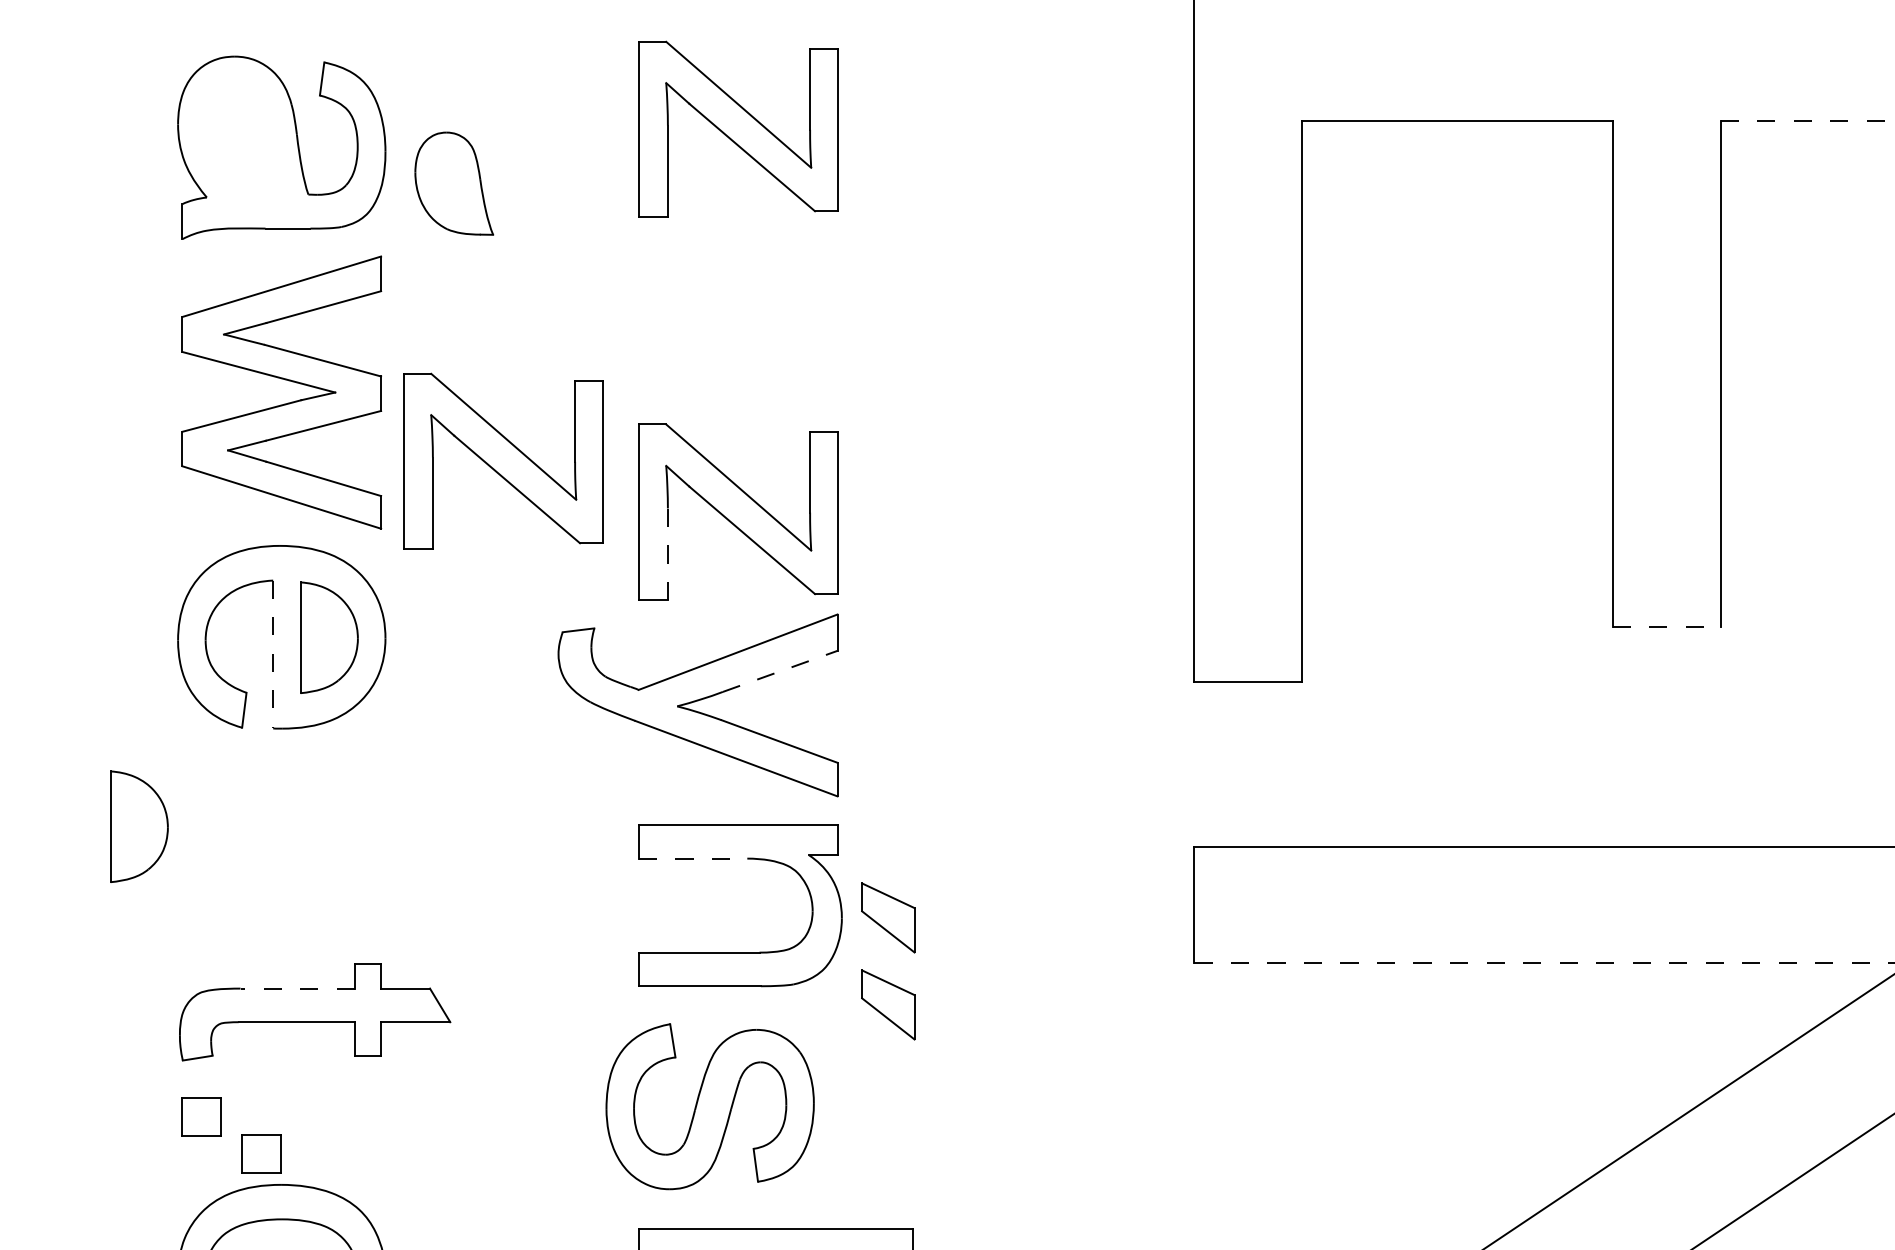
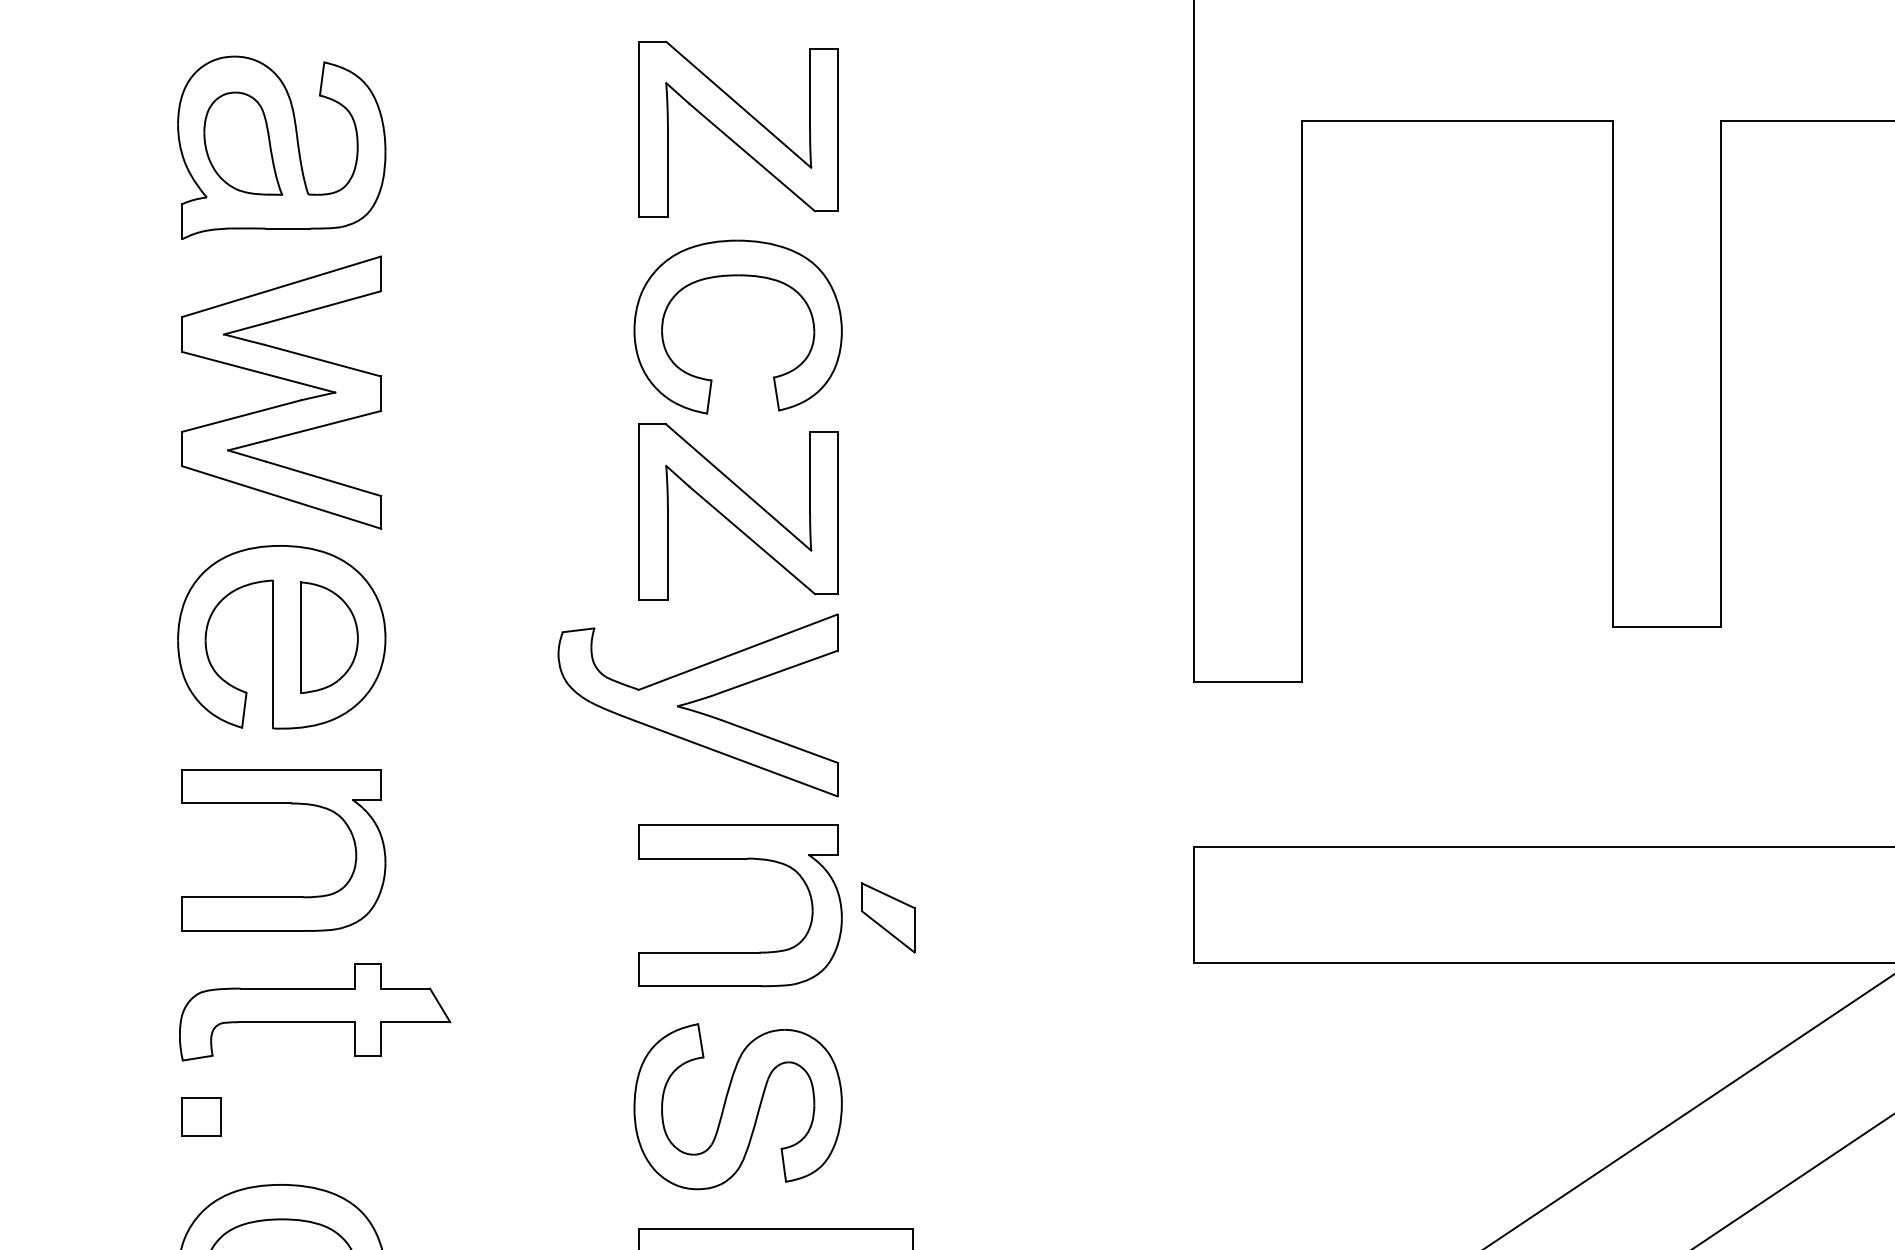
line at (1807, 121): dashed -> solid
part at (454, 183) position: (454, 183) -> (243, 143)
part at (737, 276): none -> present
part at (503, 460): present -> none
line at (667, 554): dashed -> solid
line at (1666, 626): dashed -> solid
line at (273, 654): dashed -> solid
line at (780, 671): dashed -> solid
part at (139, 826): present -> none
line at (693, 858): dashed -> solid
part at (283, 896): none -> present
line at (1544, 963): dashed -> solid
line at (297, 988): dashed -> solid
part at (888, 1004): present -> none
part at (709, 1106) position: (709, 1106) -> (737, 1106)
part at (261, 1153): present -> none
